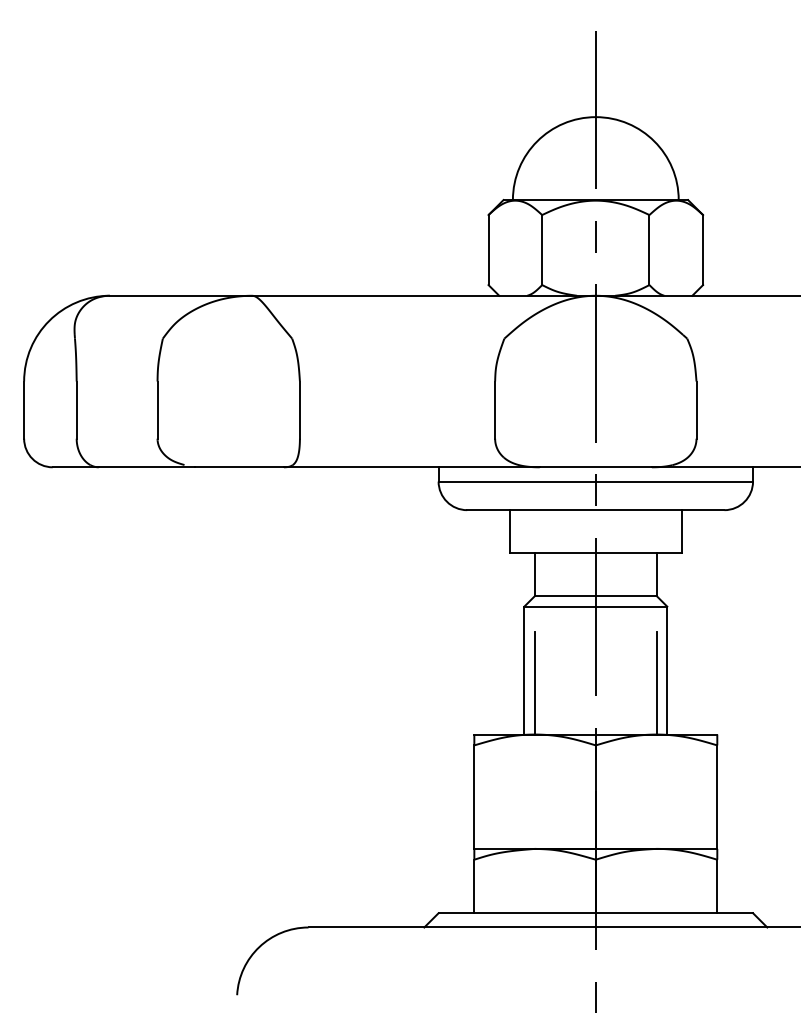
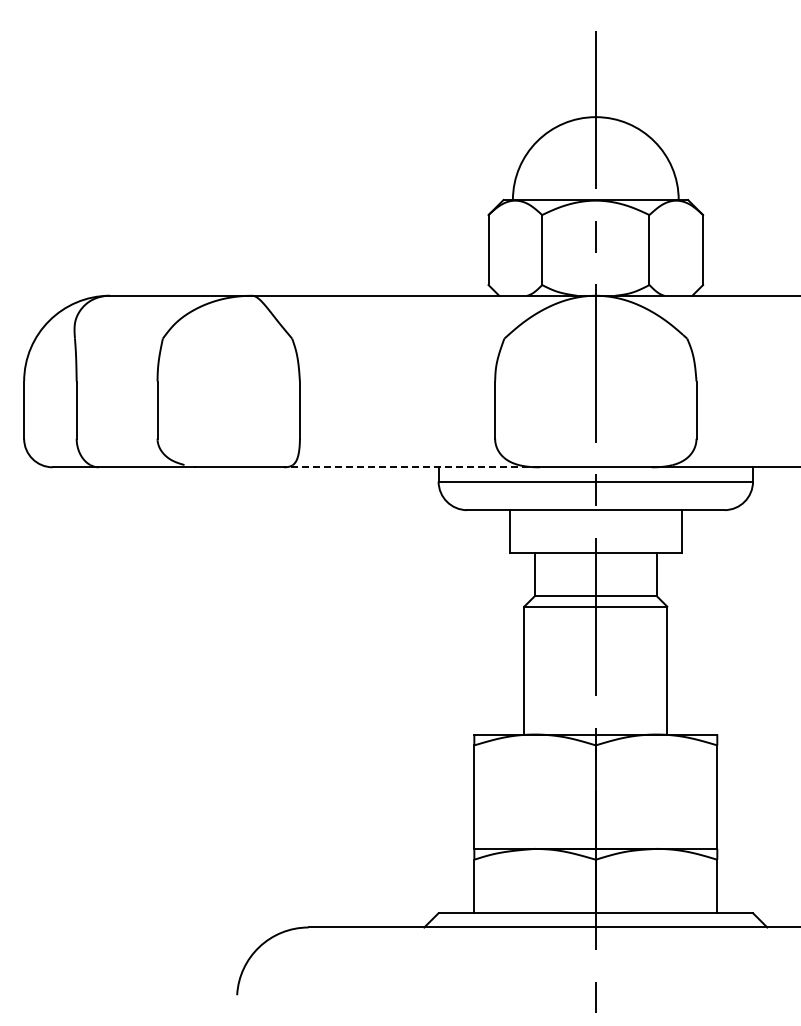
line at (411, 467): solid -> dashed
line at (535, 682): present -> none
line at (656, 682): present -> none
